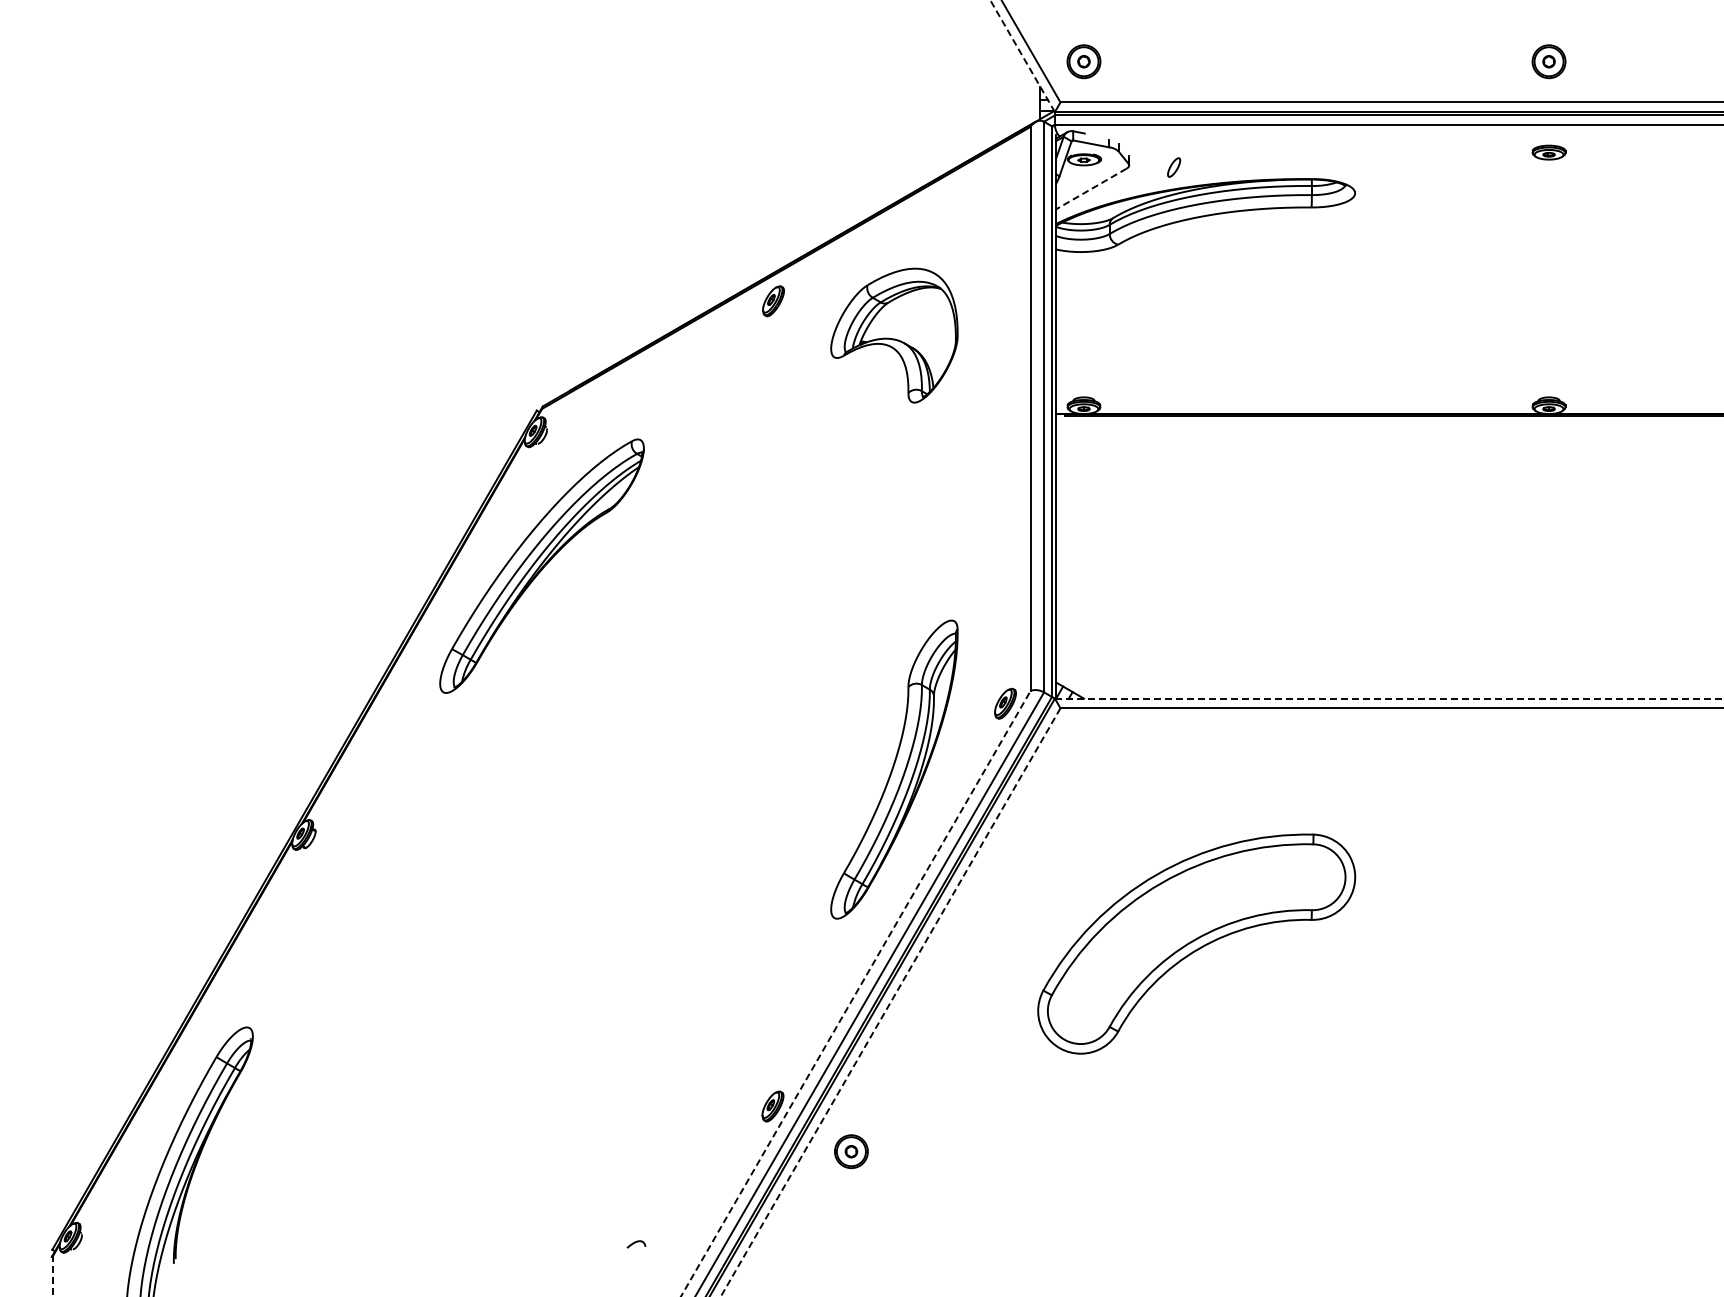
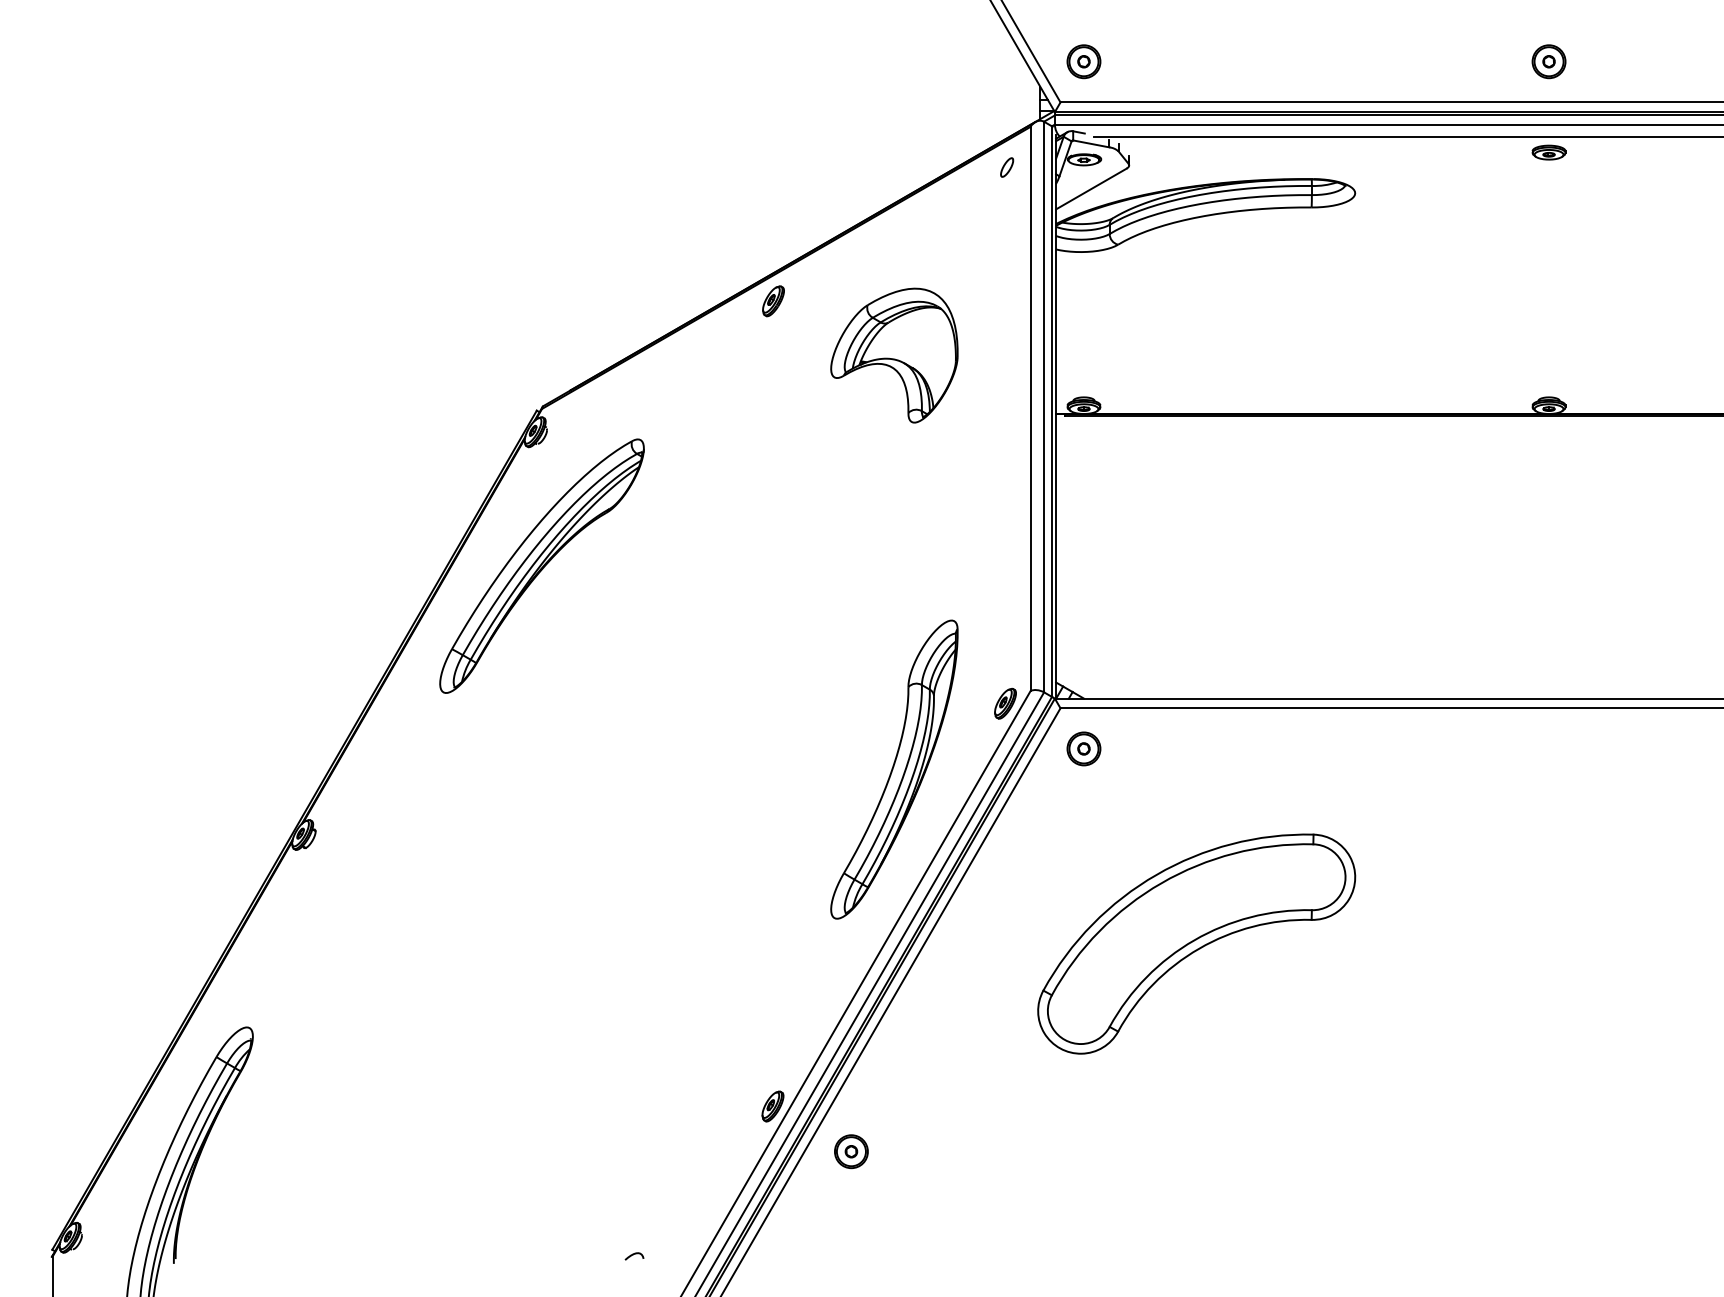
line at (1022, 55): dashed -> solid
line at (1407, 136): none -> present
part at (1174, 167) position: (1174, 167) -> (1007, 167)
line at (1091, 189): dashed -> solid
part at (894, 335) position: (894, 335) -> (894, 355)
line at (1389, 698): dashed -> solid
part at (1083, 748): none -> present
line at (855, 993): dashed -> solid
line at (890, 1002): dashed -> solid
curve at (635, 1243) position: (635, 1243) -> (633, 1255)
line at (53, 1276): dashed -> solid
